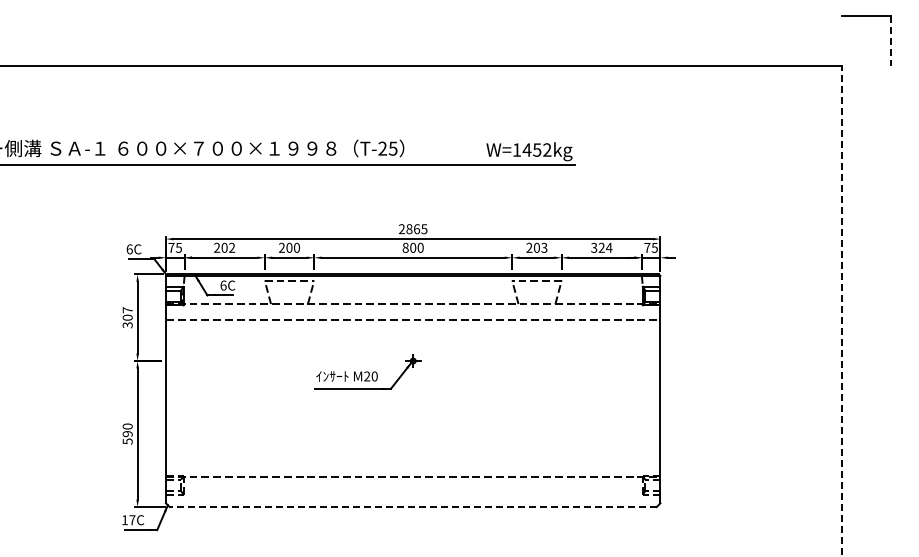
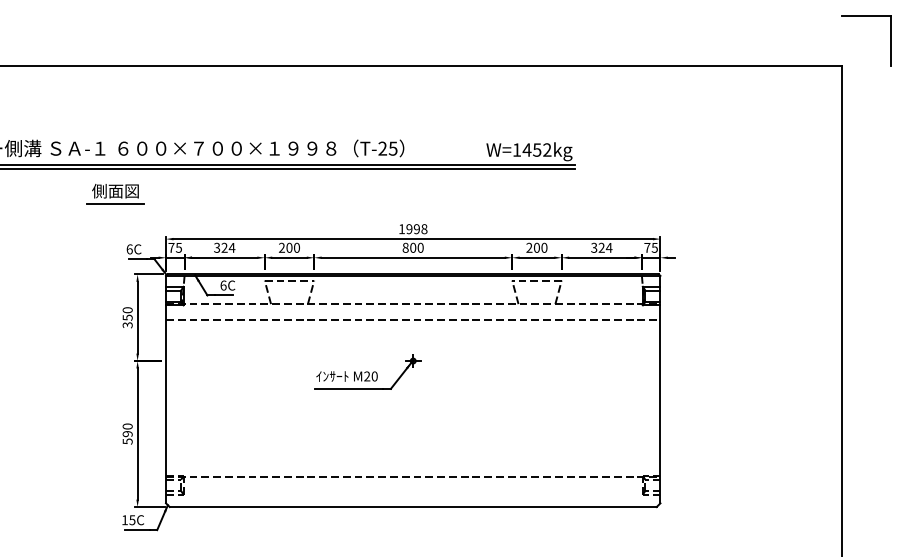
line at (891, 41): dashed -> solid
line at (288, 168): none -> present
part at (115, 194): none -> present
text at (413, 229): 2865 -> 1998
text at (224, 247): 202 -> 324
text at (544, 247): 203 -> 200
line at (841, 310): dashed -> solid
text at (127, 313): 307 -> 350
line at (412, 507): dashed -> solid
text at (132, 520): 17C -> 15C
